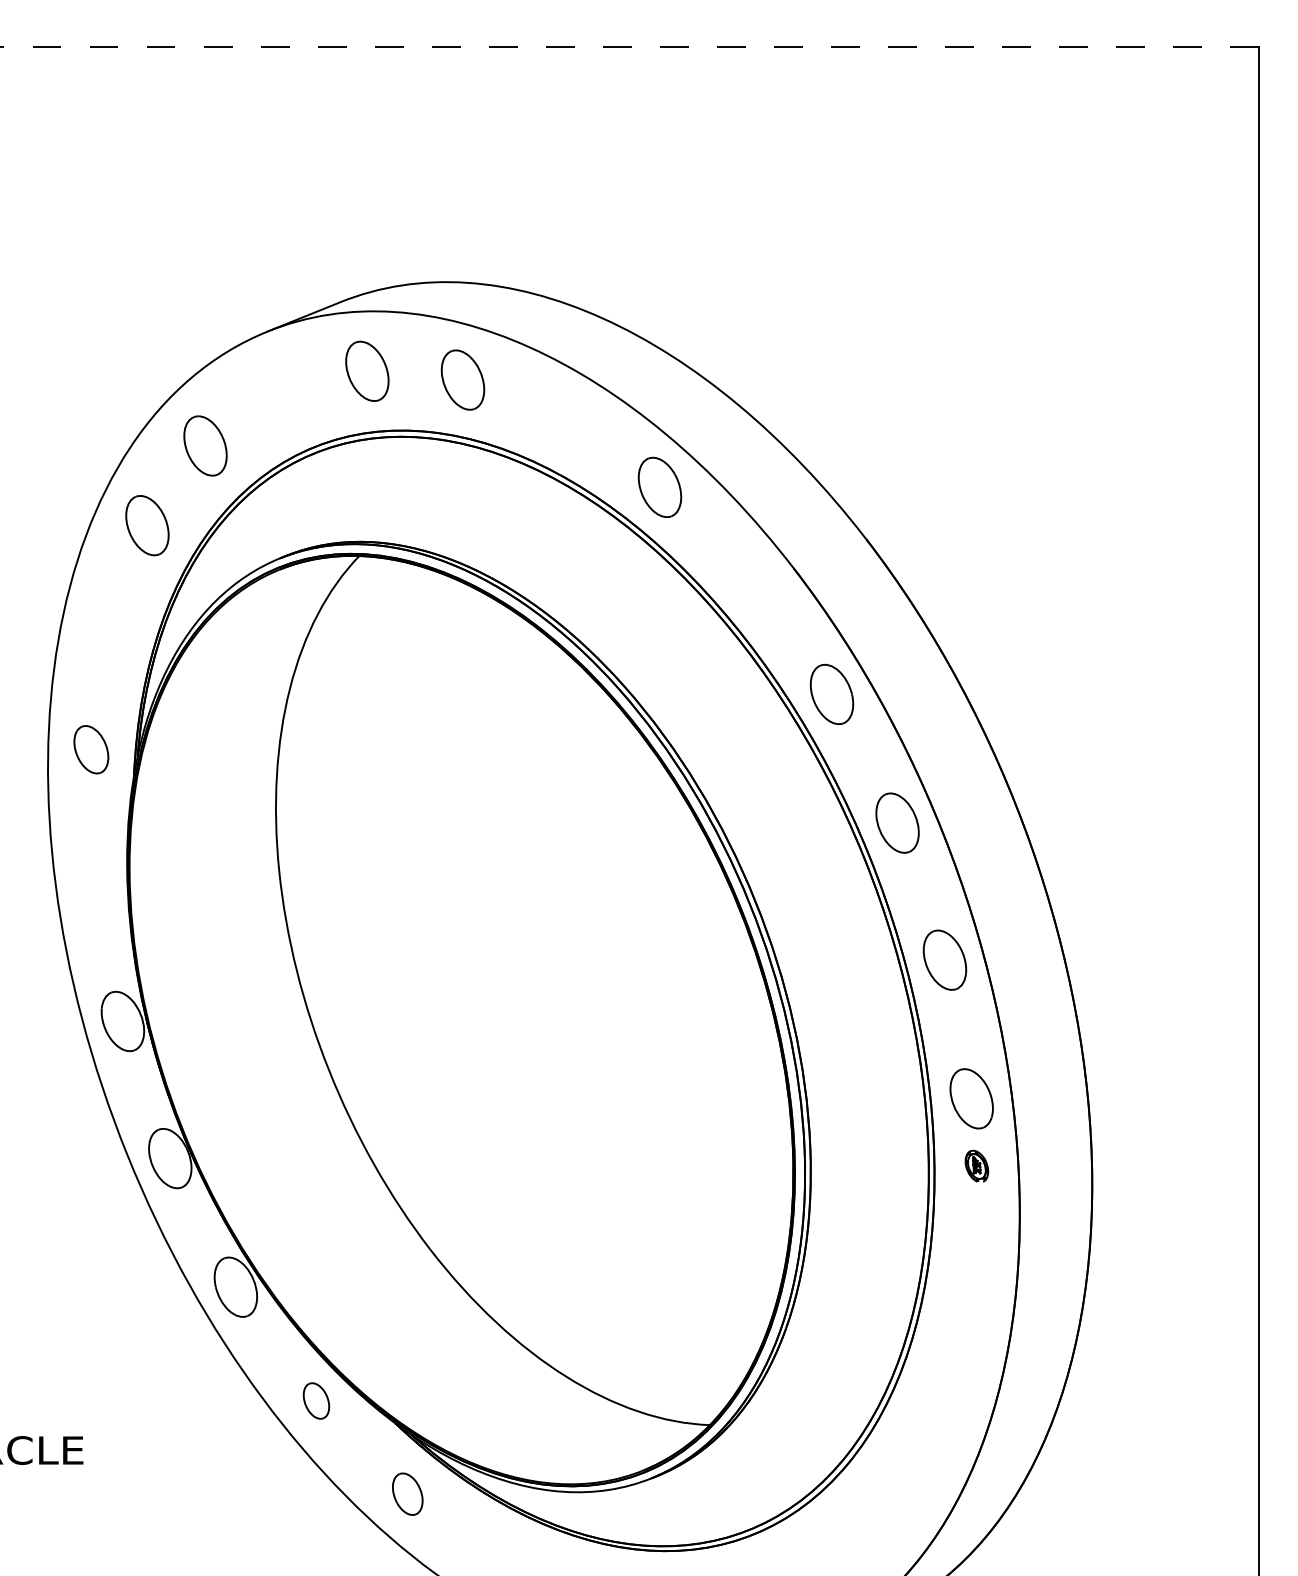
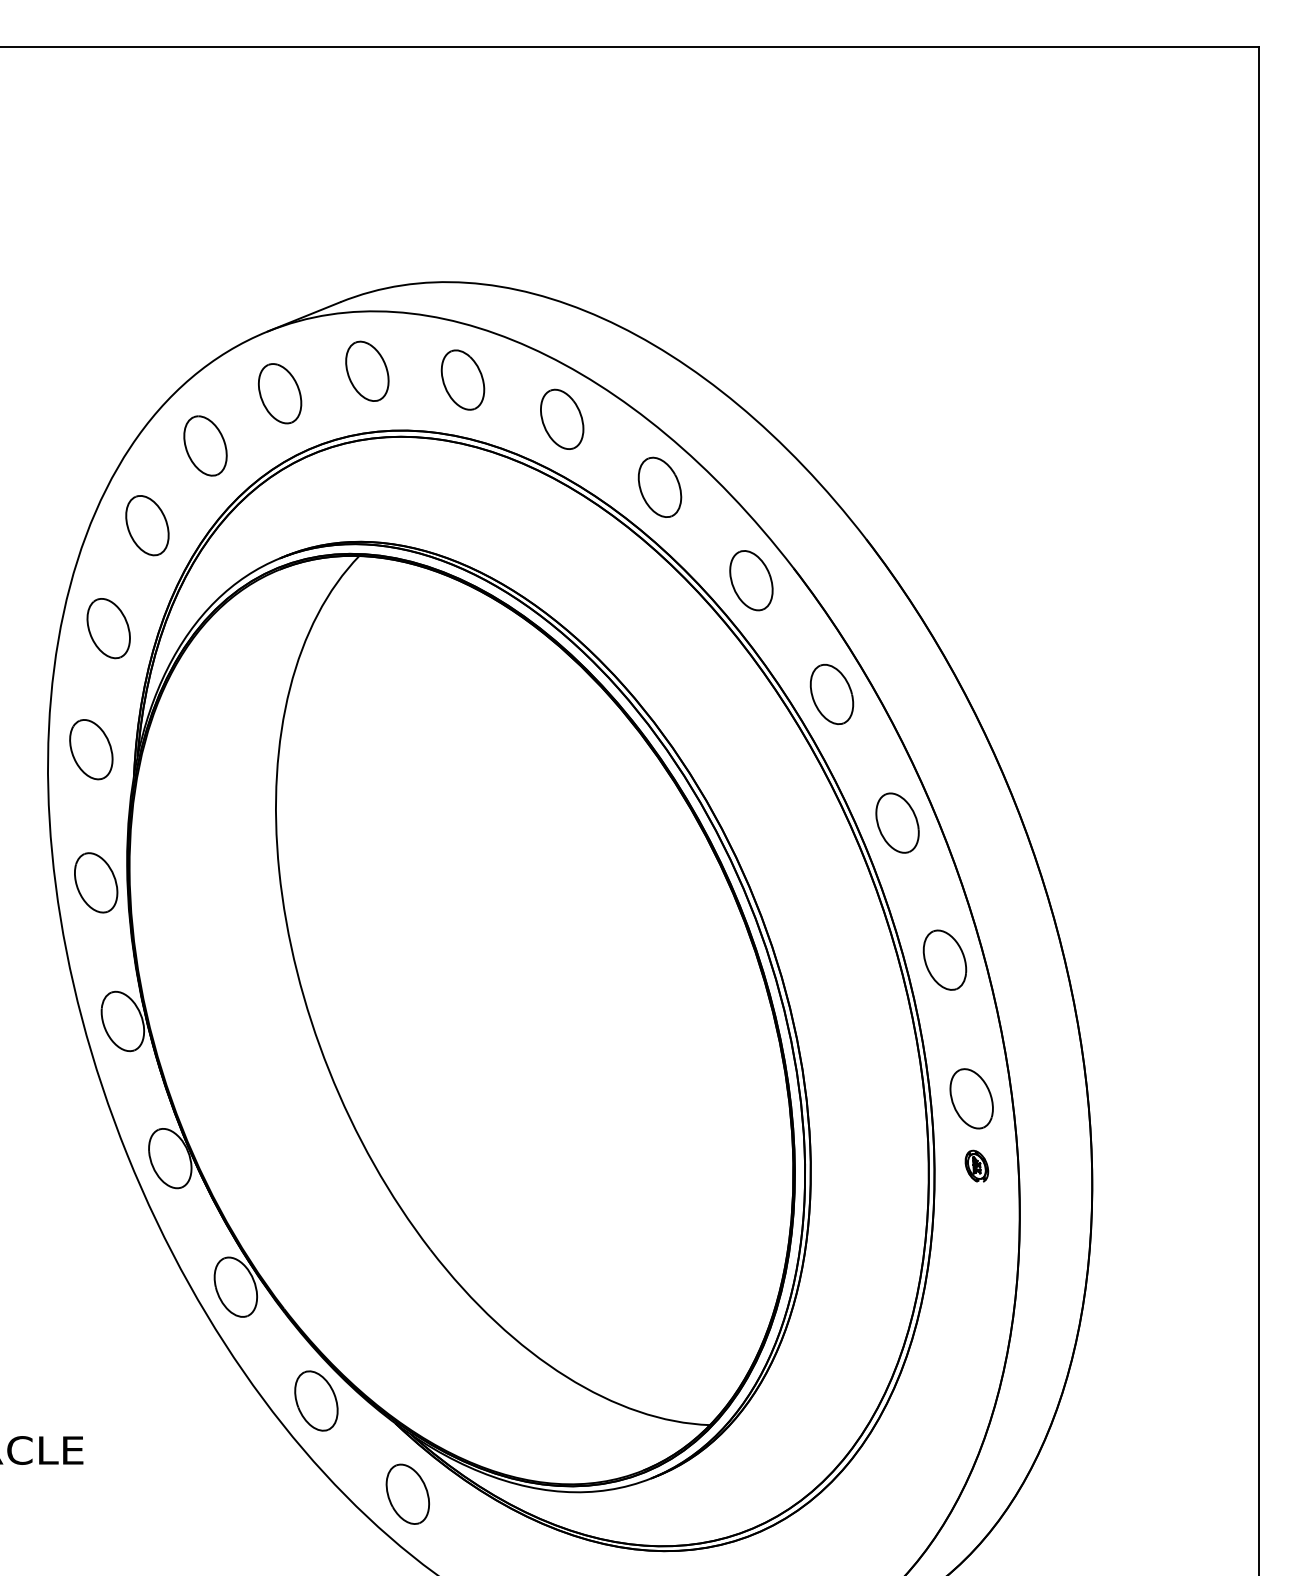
line at (629, 47): dashed -> solid
part at (280, 393): none -> present
part at (562, 418): none -> present
part at (751, 580): none -> present
part at (108, 628): none -> present
part at (91, 749) size: 37x50 px -> 45x62 px
part at (96, 882): none -> present
part at (316, 1400) size: 29x38 px -> 45x62 px
part at (407, 1493) size: 32x44 px -> 45x62 px
